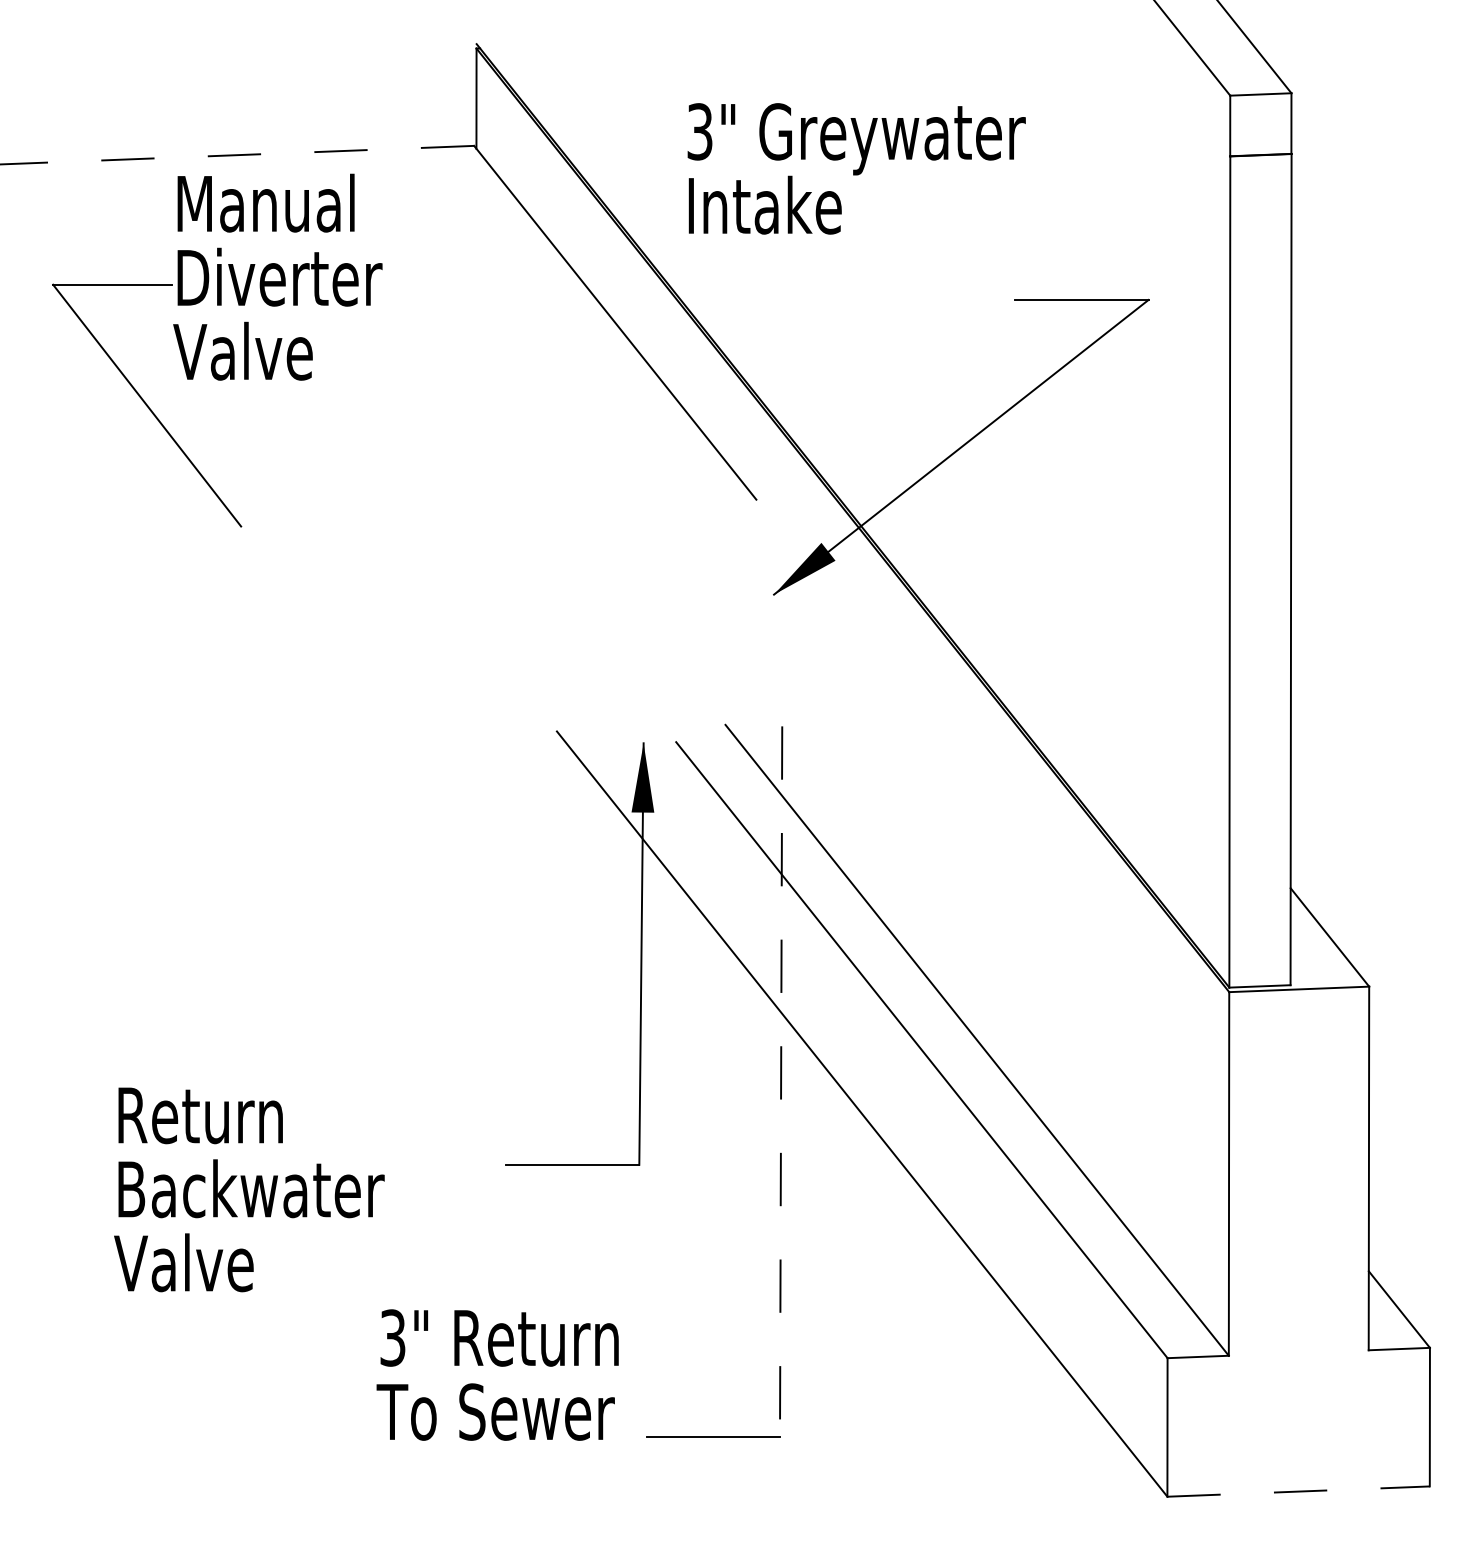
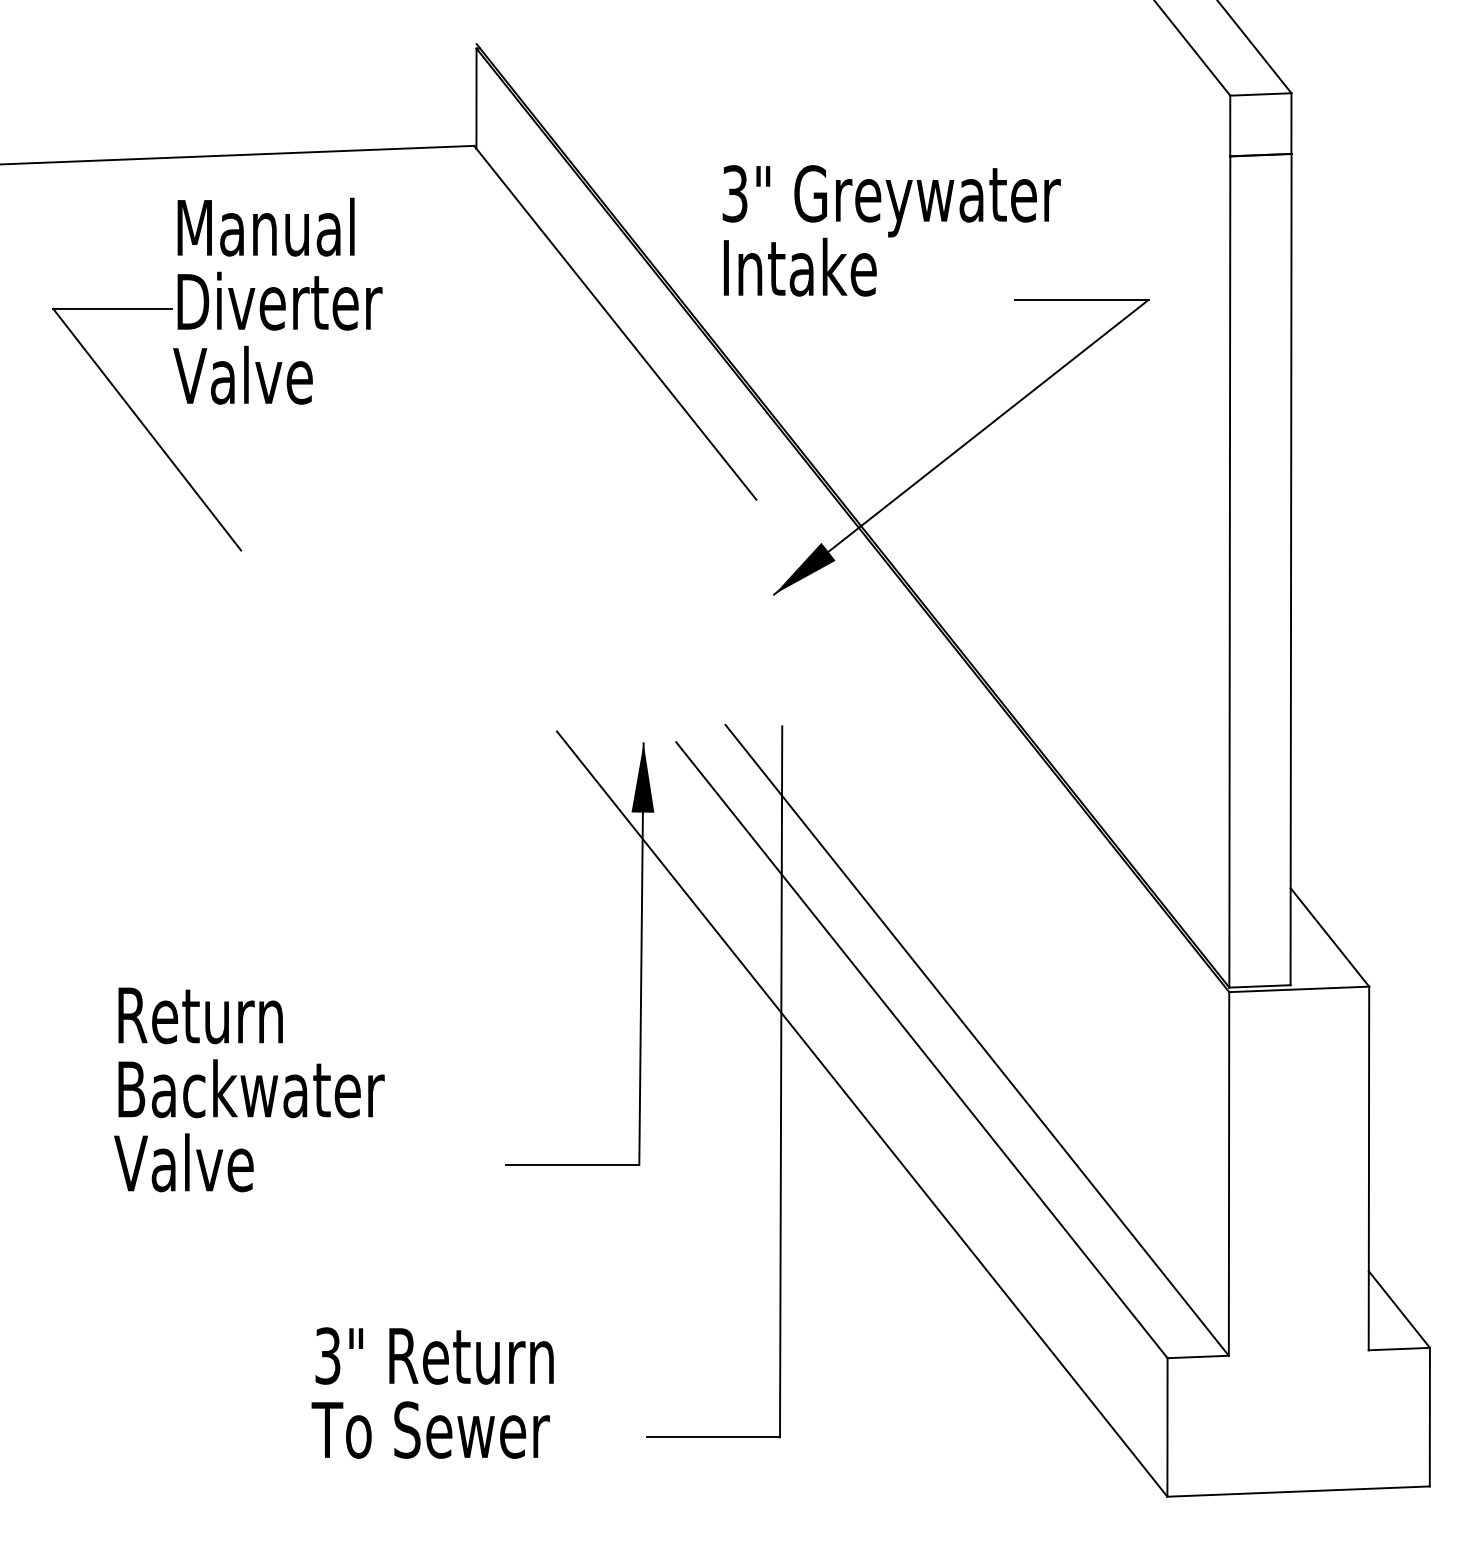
line at (237, 155): dashed -> solid
text at (856, 168) position: (856, 168) -> (891, 230)
part at (217, 350) position: (217, 350) -> (217, 374)
line at (781, 1082): dashed -> solid
text at (249, 1189) position: (249, 1189) -> (249, 1089)
text at (497, 1374) position: (497, 1374) -> (432, 1392)
line at (1299, 1491): dashed -> solid
